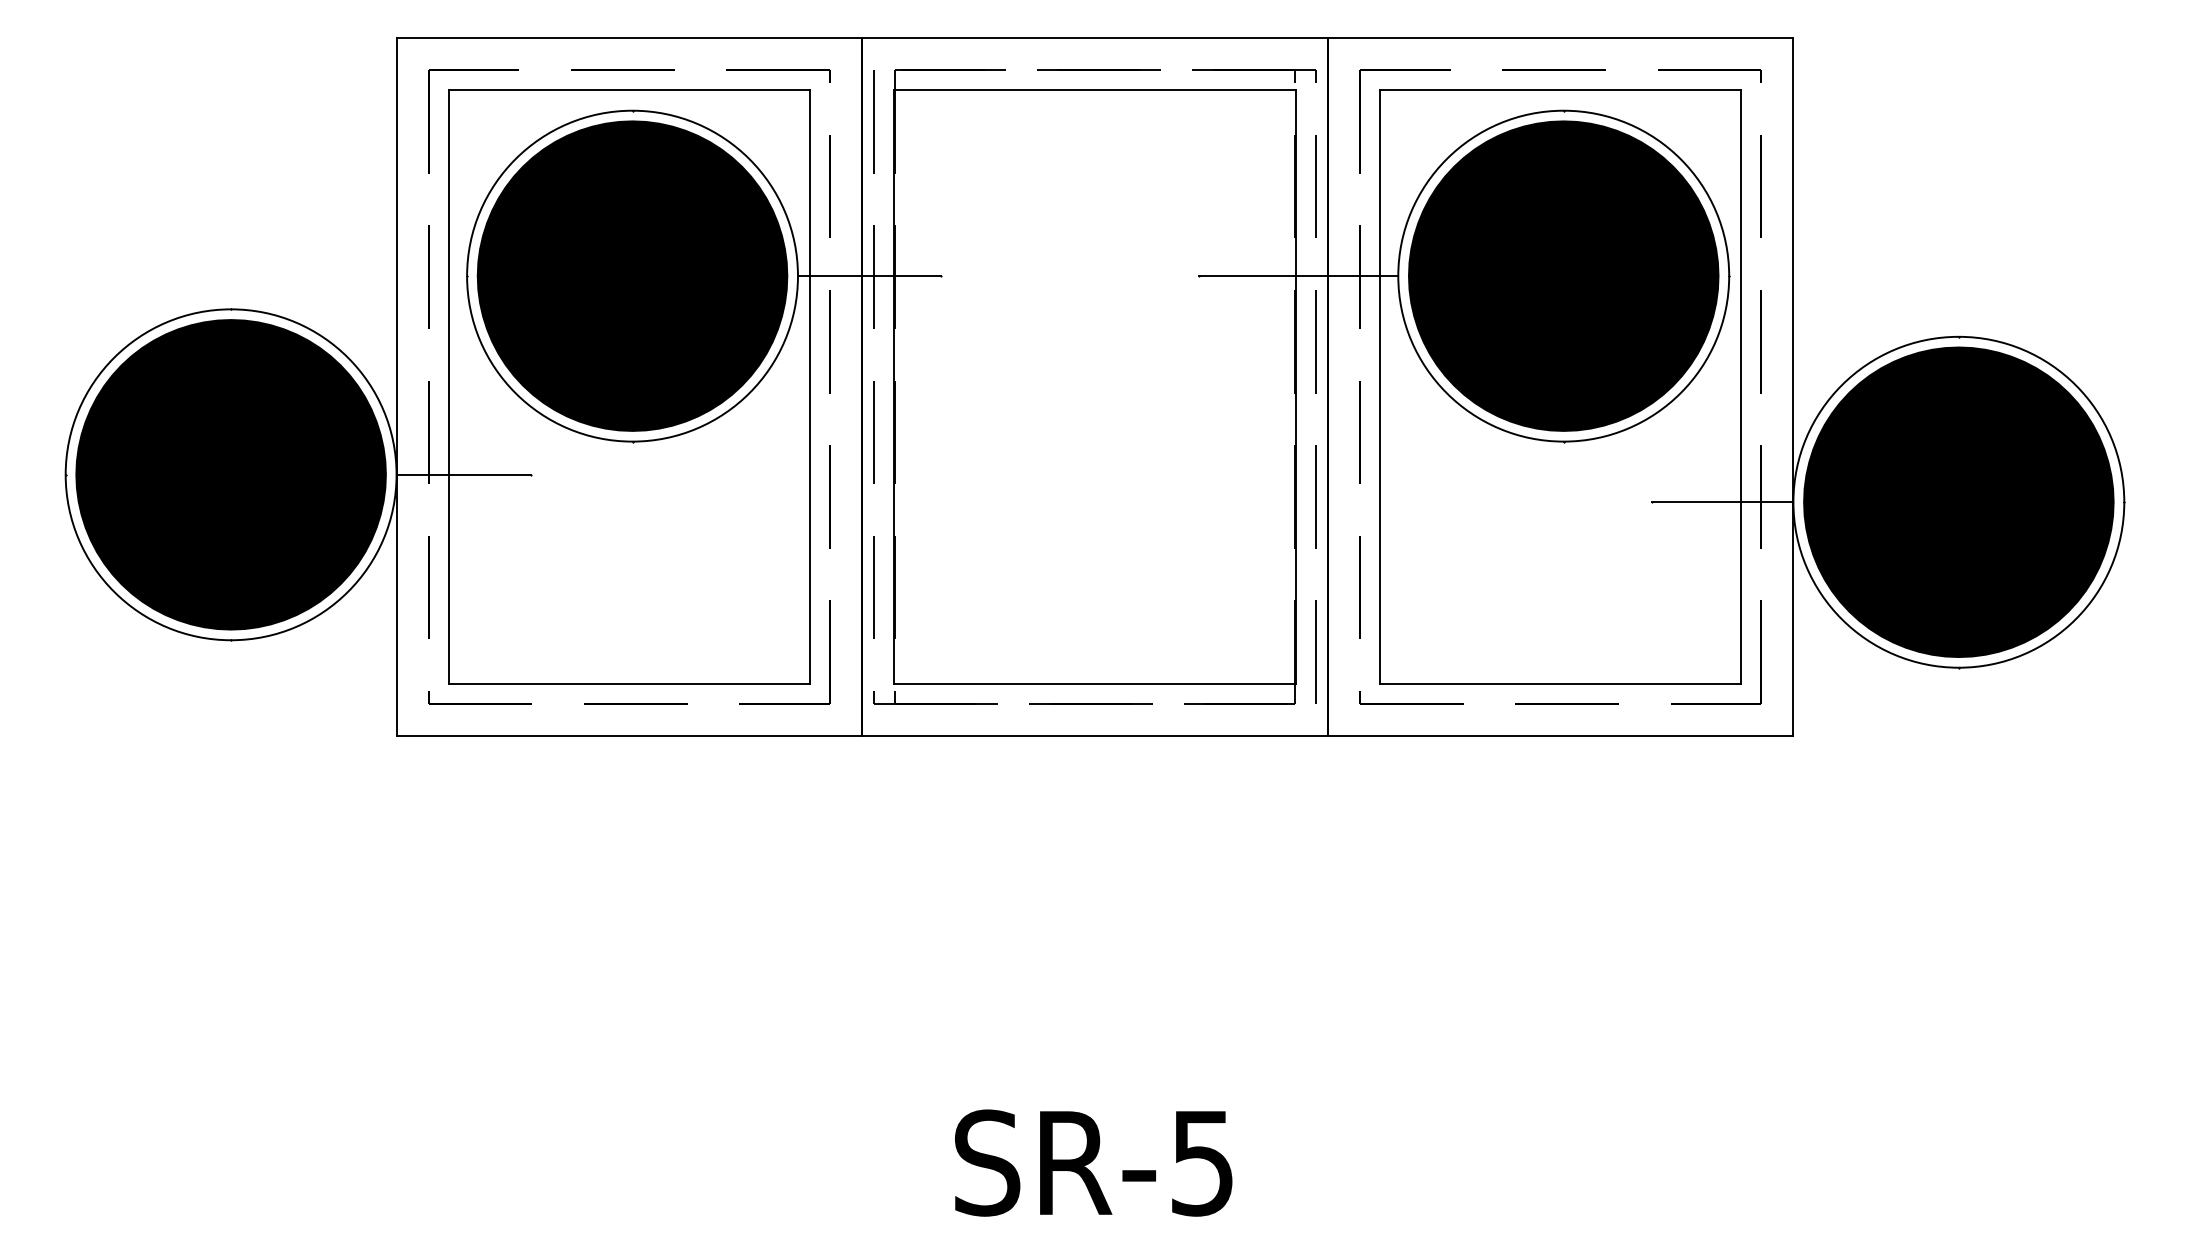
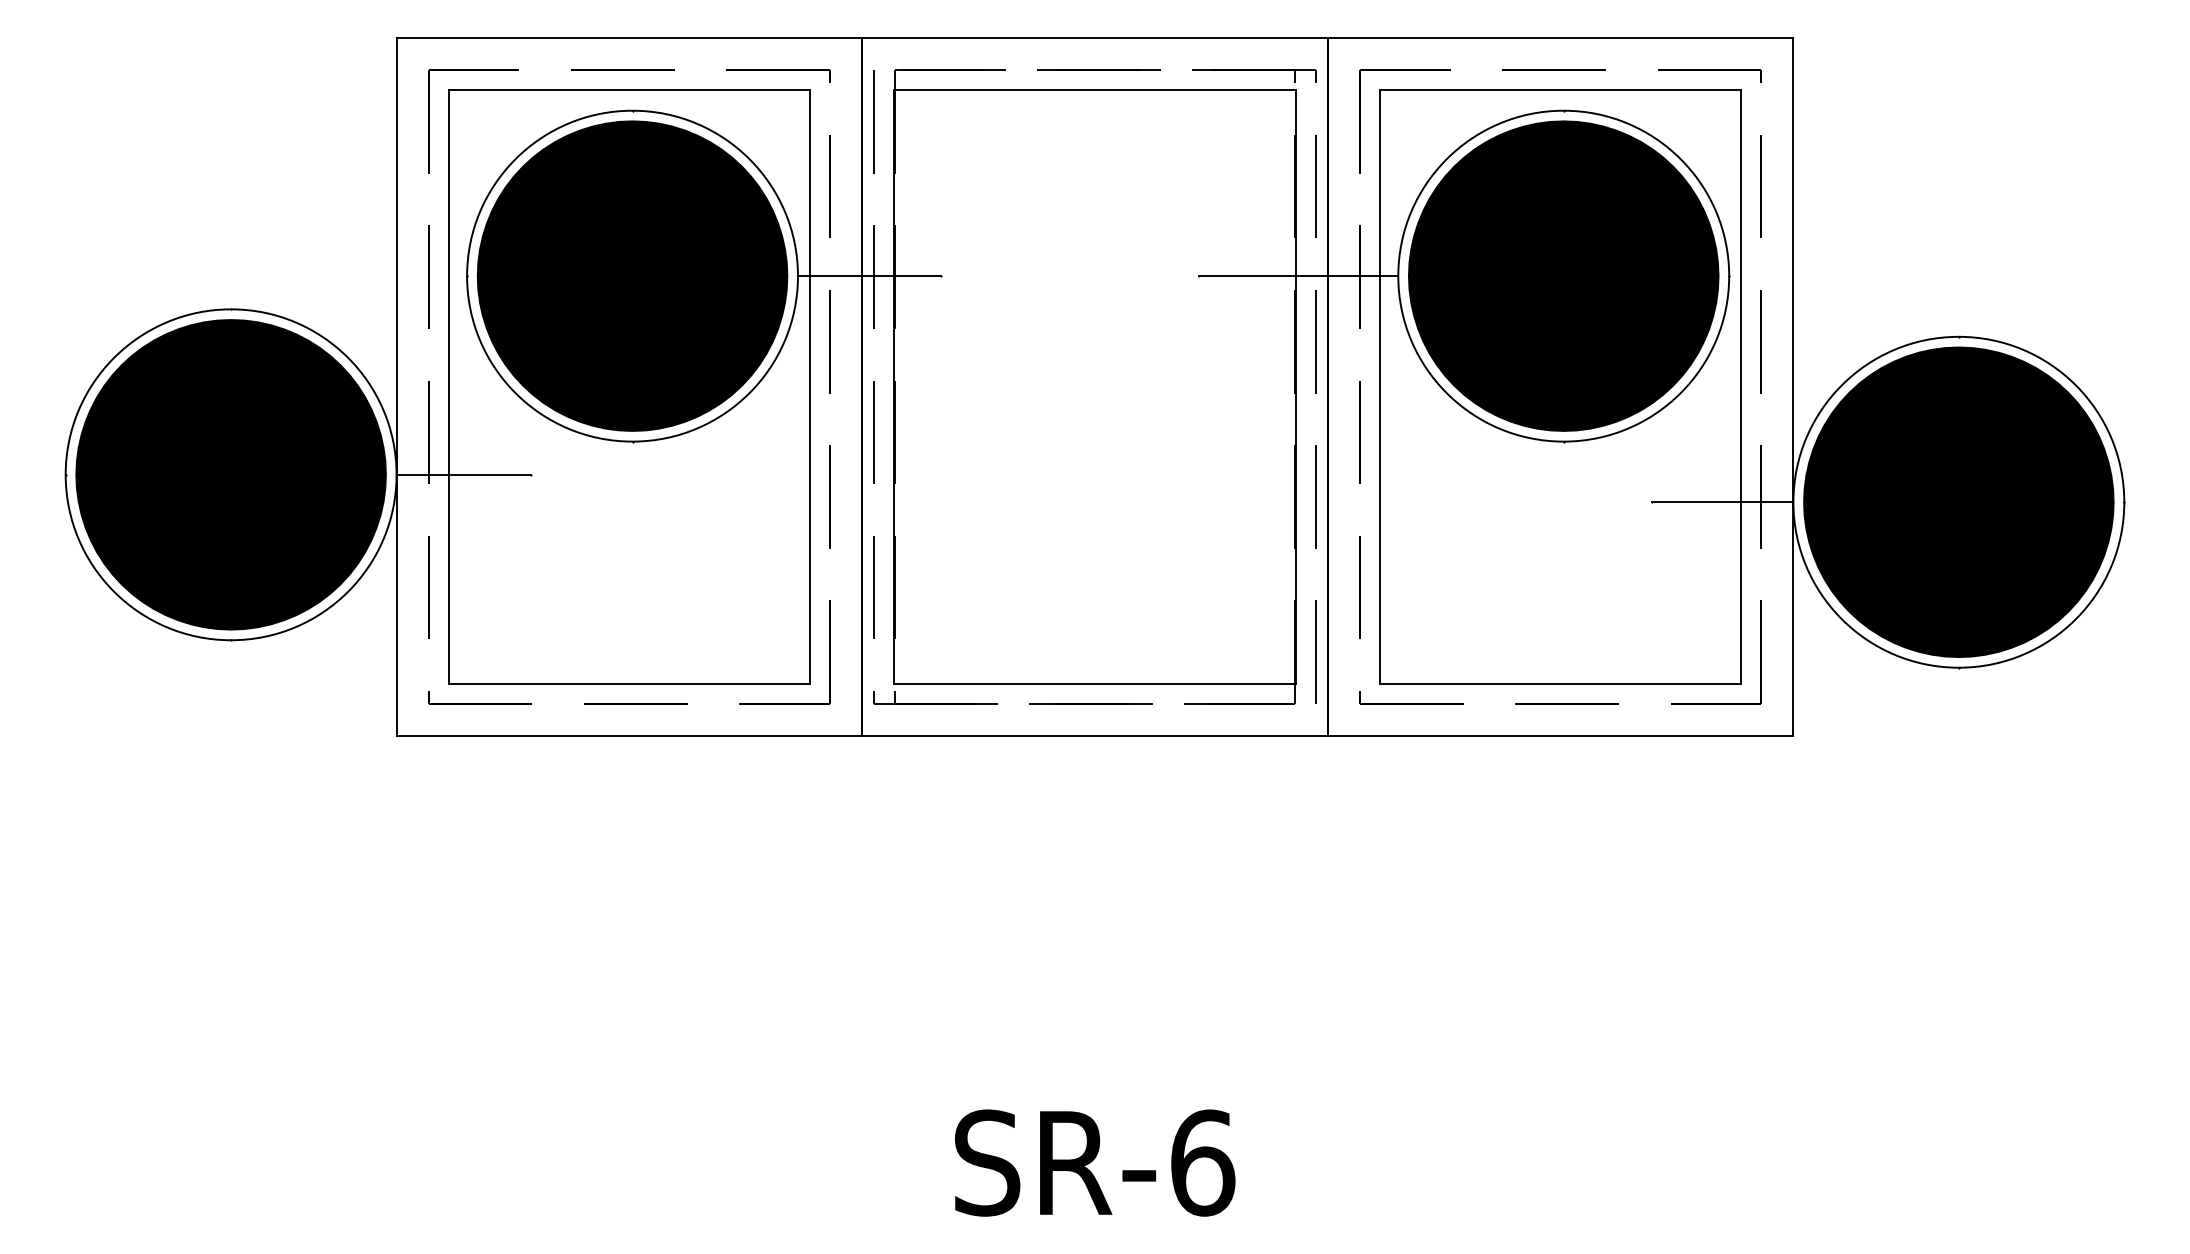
text at (1203, 1162): SR-5 -> SR-6
